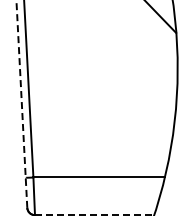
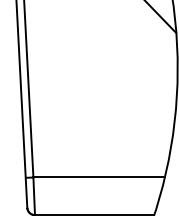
line at (21, 104): dashed -> solid
line at (94, 215): dashed -> solid
